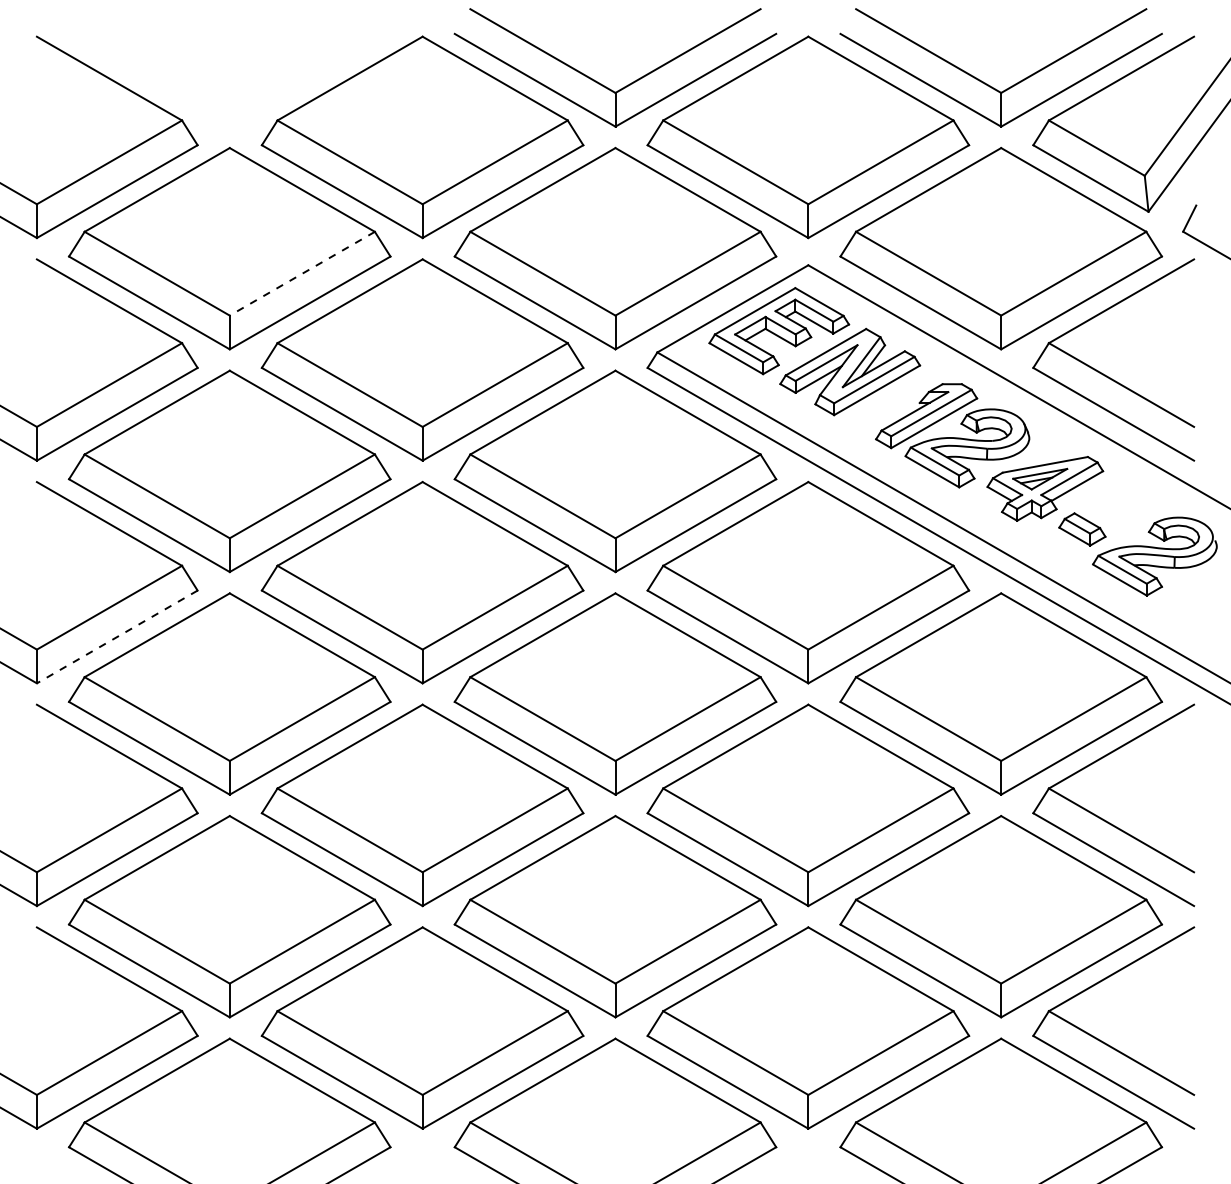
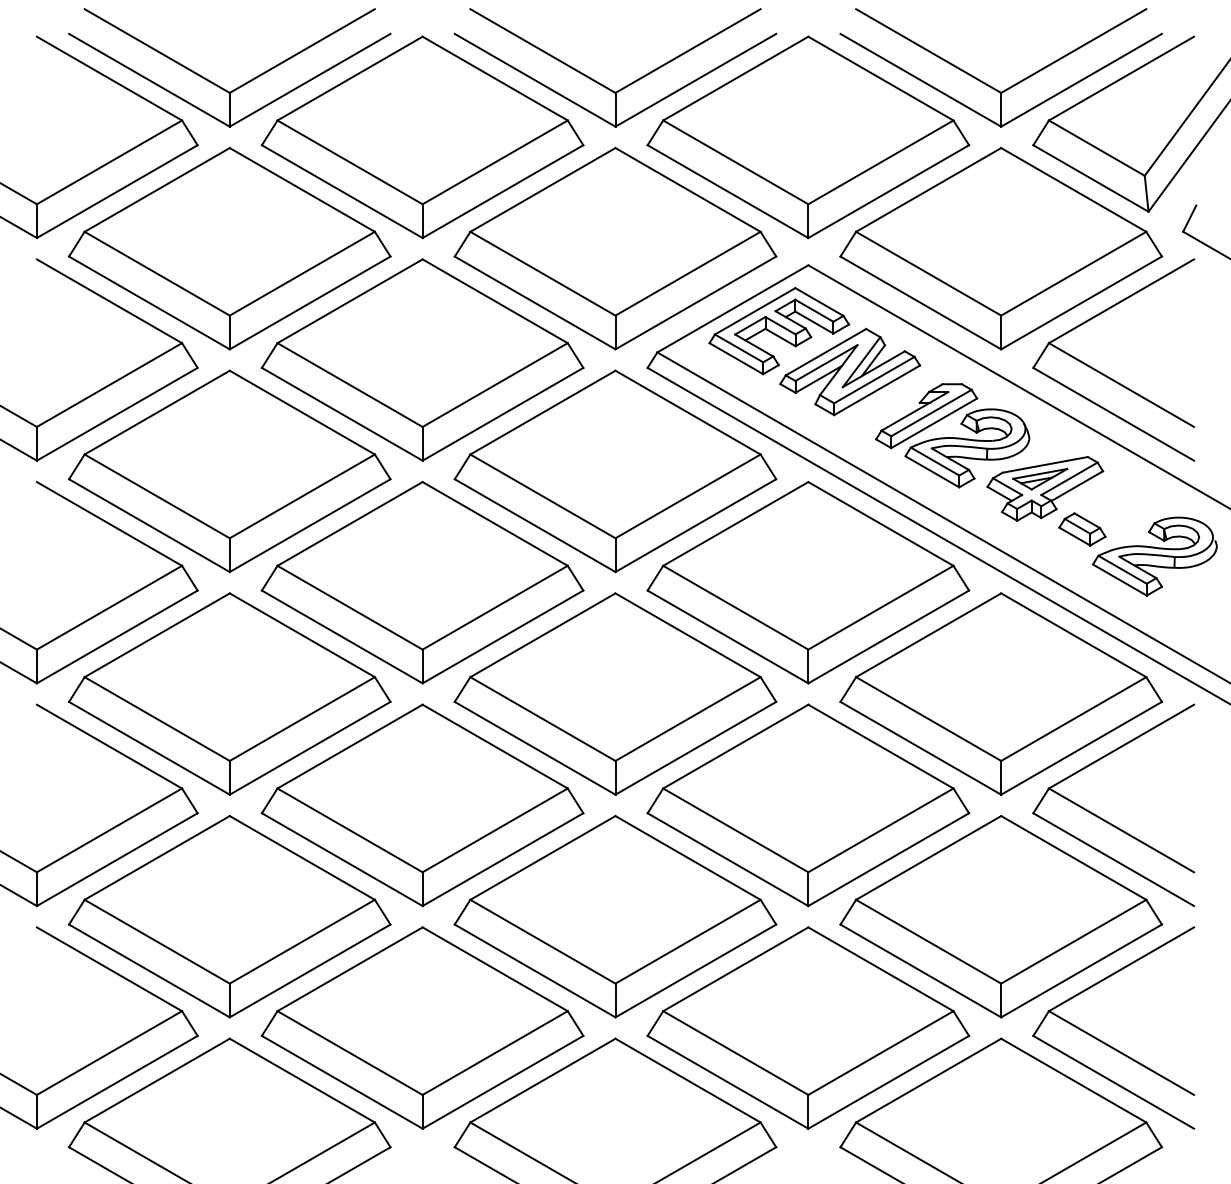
part at (219, 85): none -> present
line at (302, 273): dashed -> solid
line at (117, 636): dashed -> solid
